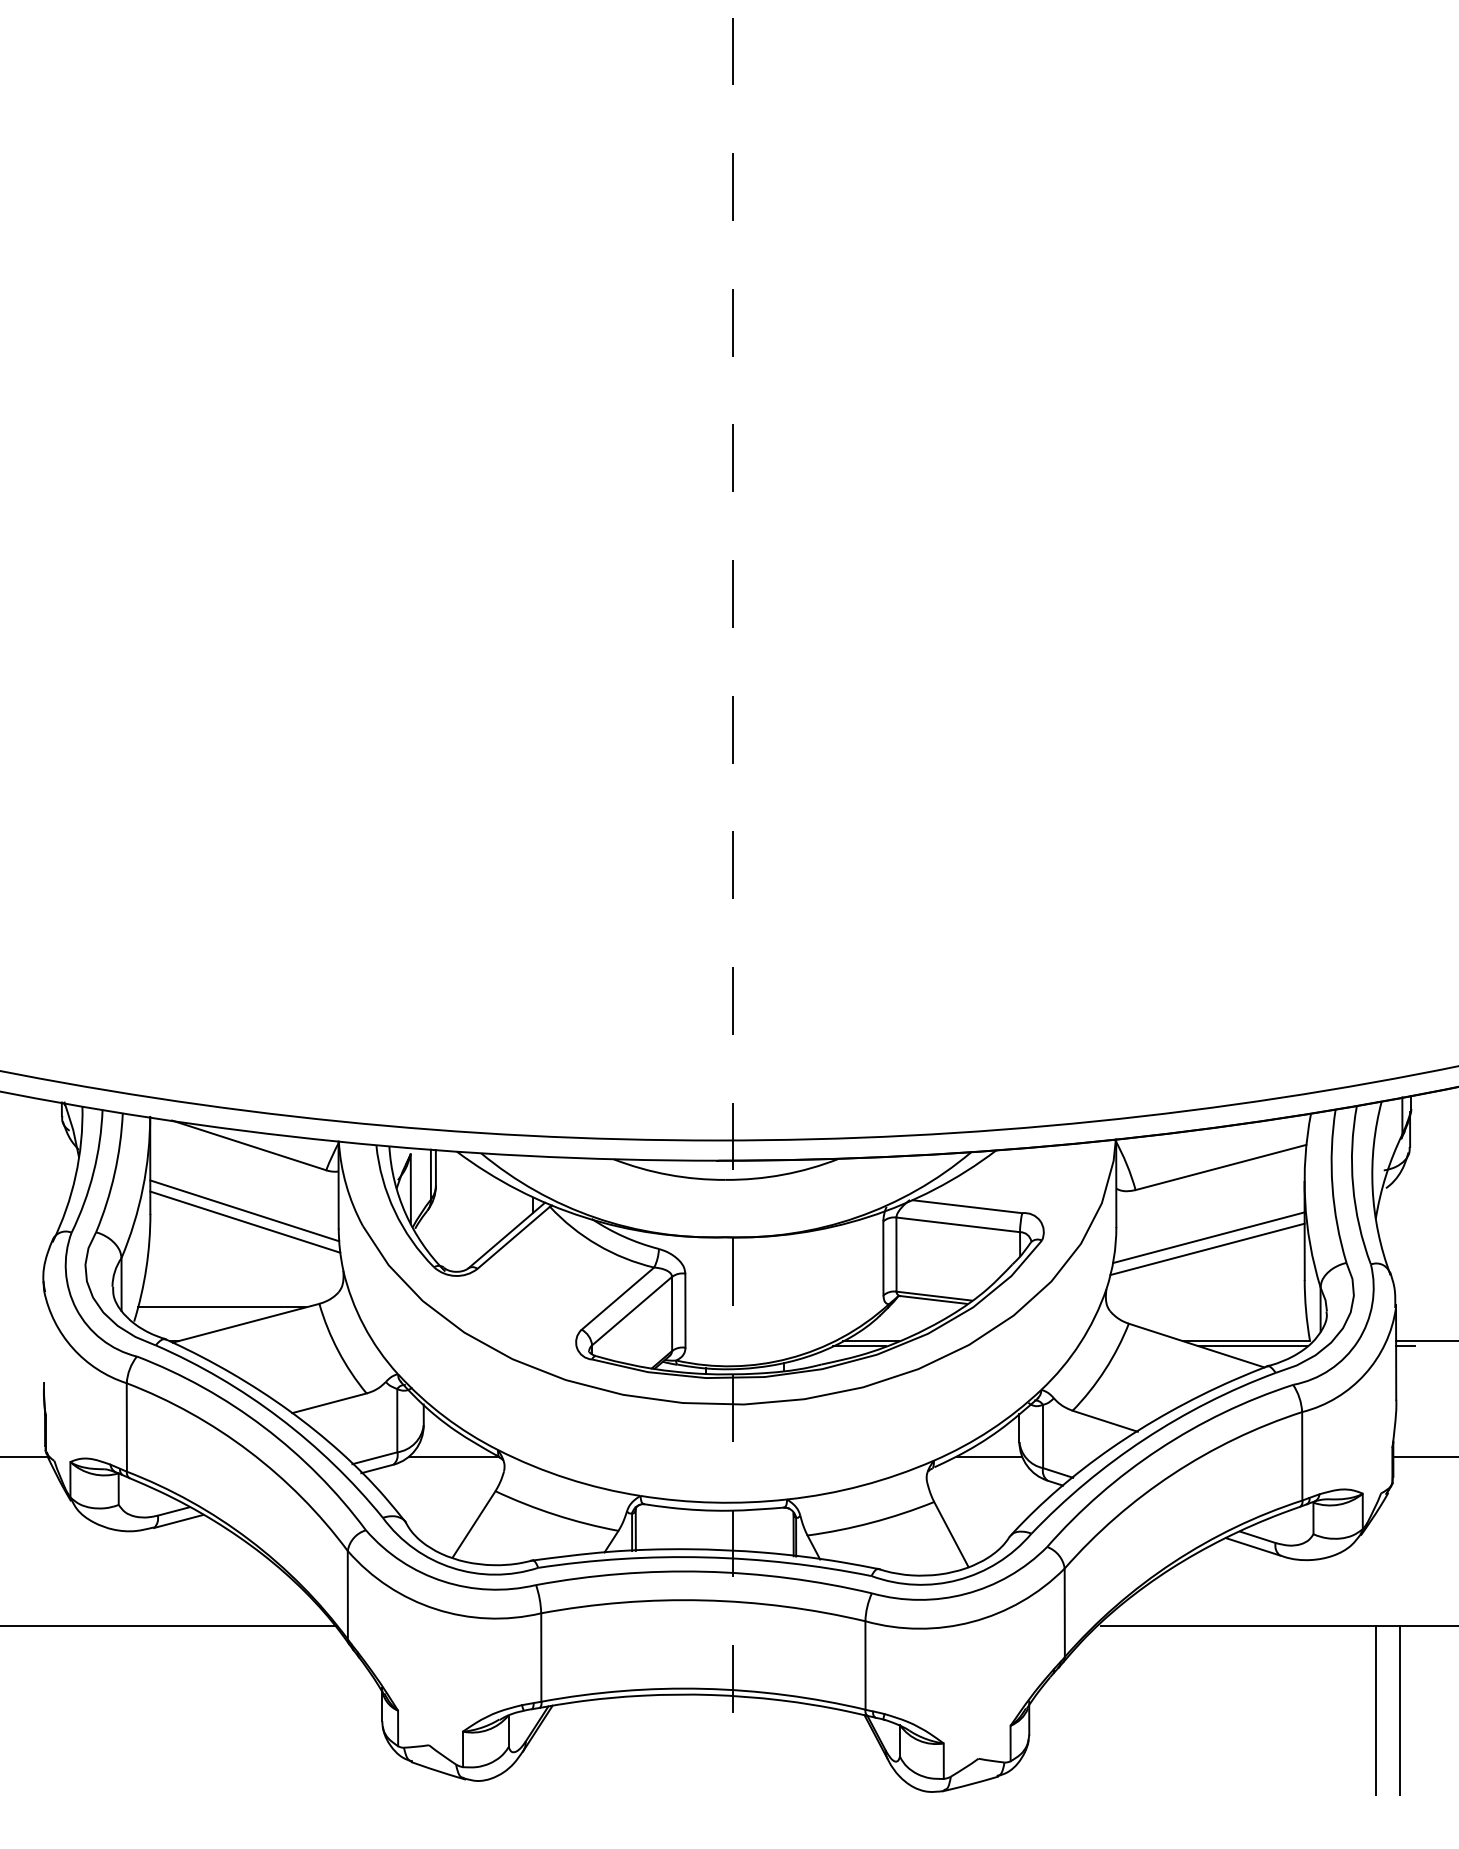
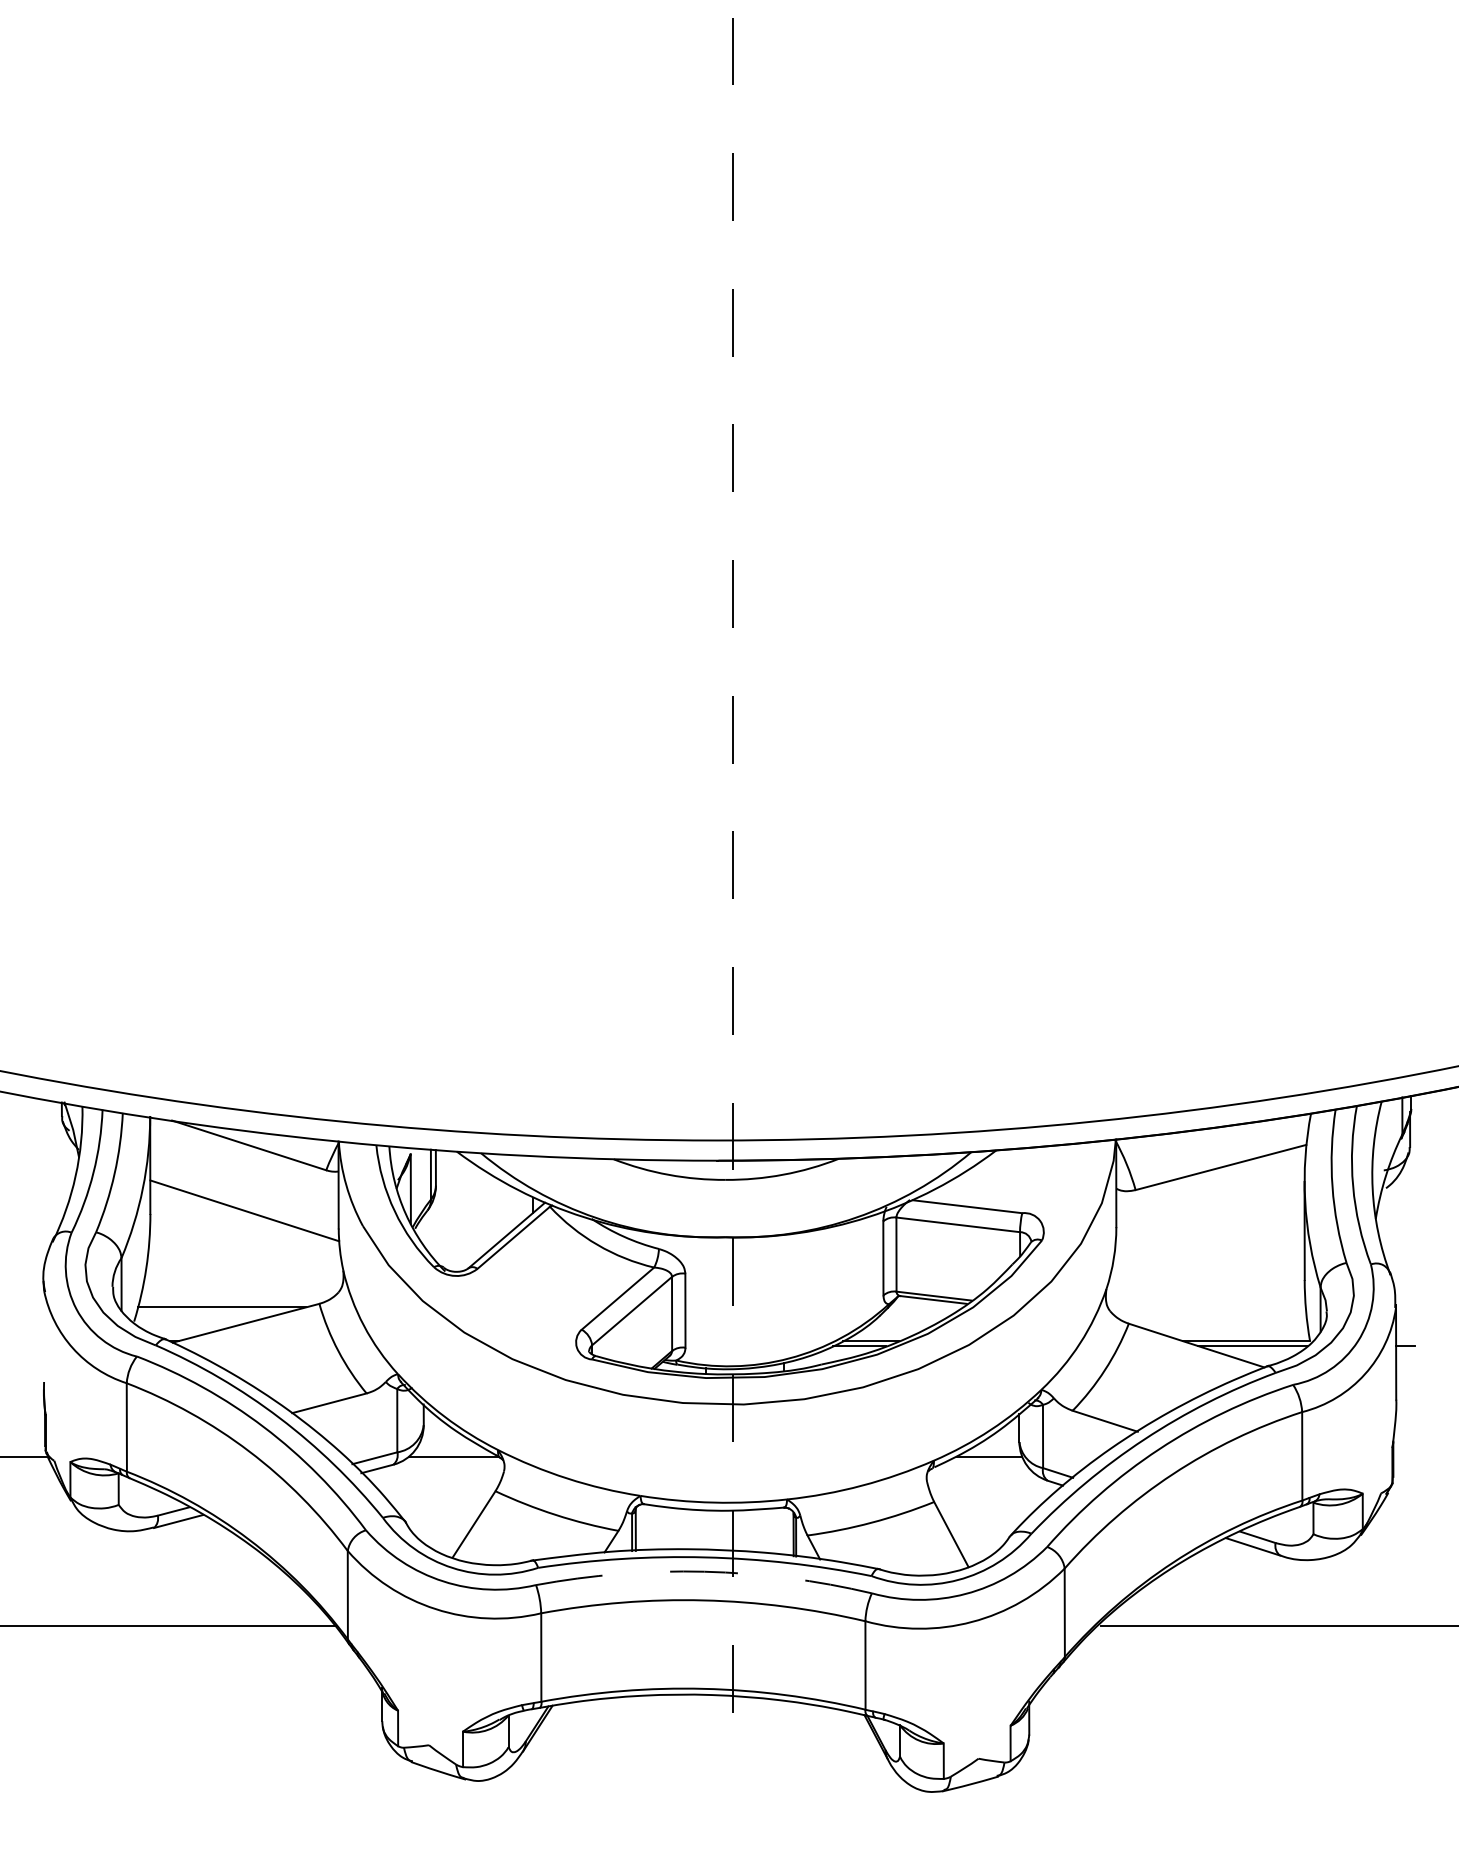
line at (245, 1221): present -> none
line at (1208, 1237): present -> none
line at (1207, 1249): present -> none
line at (1425, 1341): present -> none
line at (1424, 1456): present -> none
arc at (704, 1571): solid -> dashed
line at (1375, 1709): present -> none
line at (1399, 1709): present -> none
